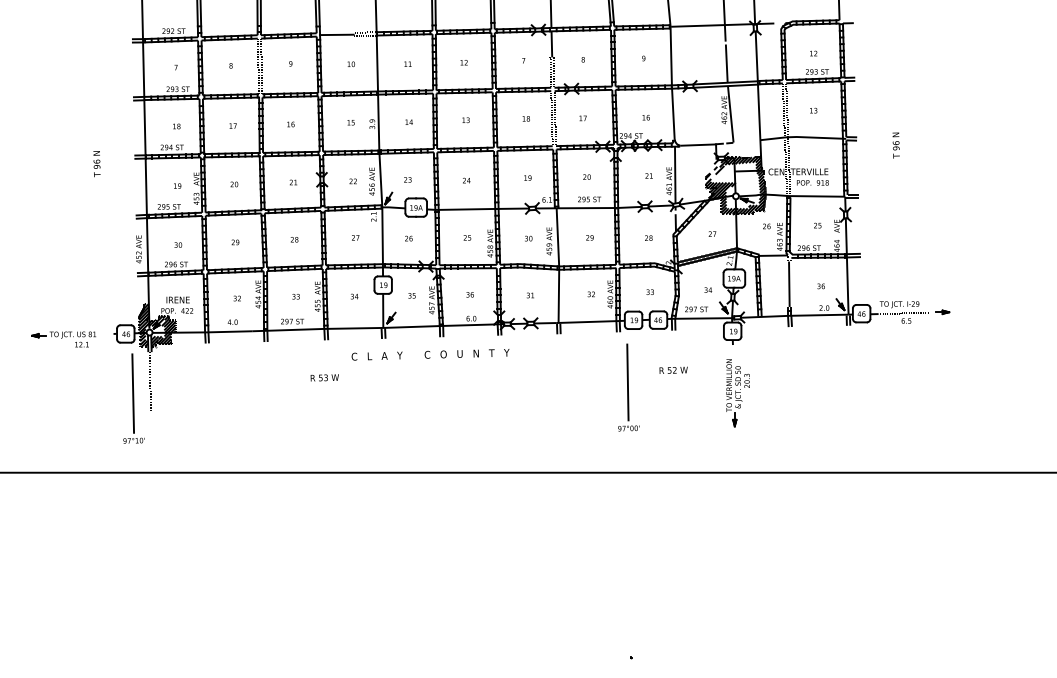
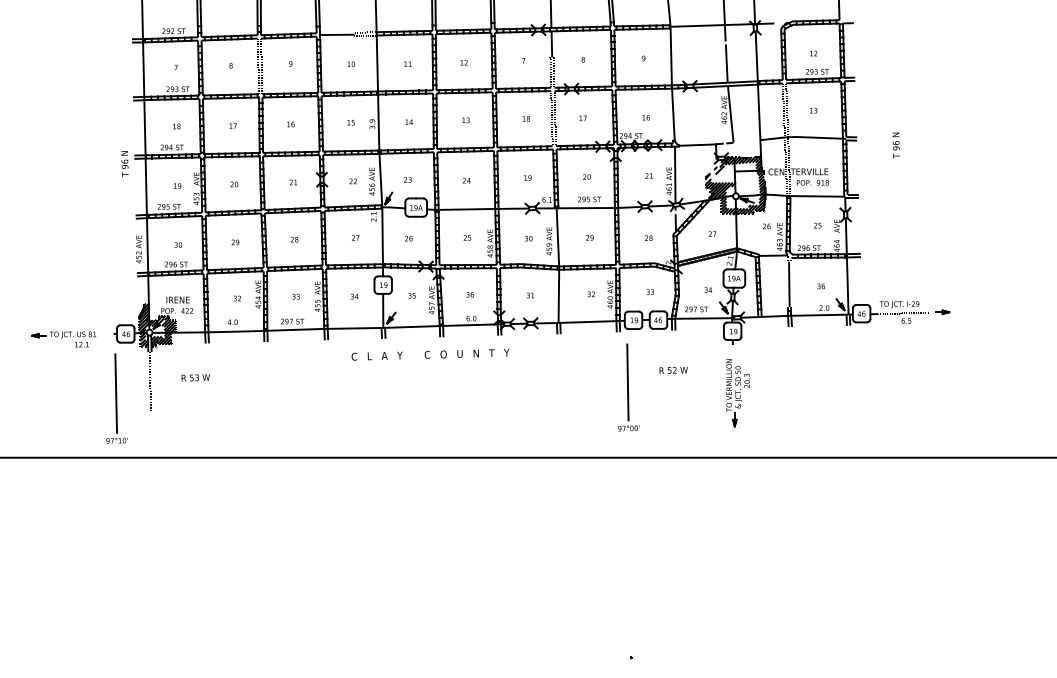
text at (96, 164) position: (96, 164) -> (124, 164)
text at (324, 377) position: (324, 377) -> (195, 377)
part at (133, 398) position: (133, 398) -> (116, 398)
line at (527, 472) position: (527, 472) -> (527, 457)
